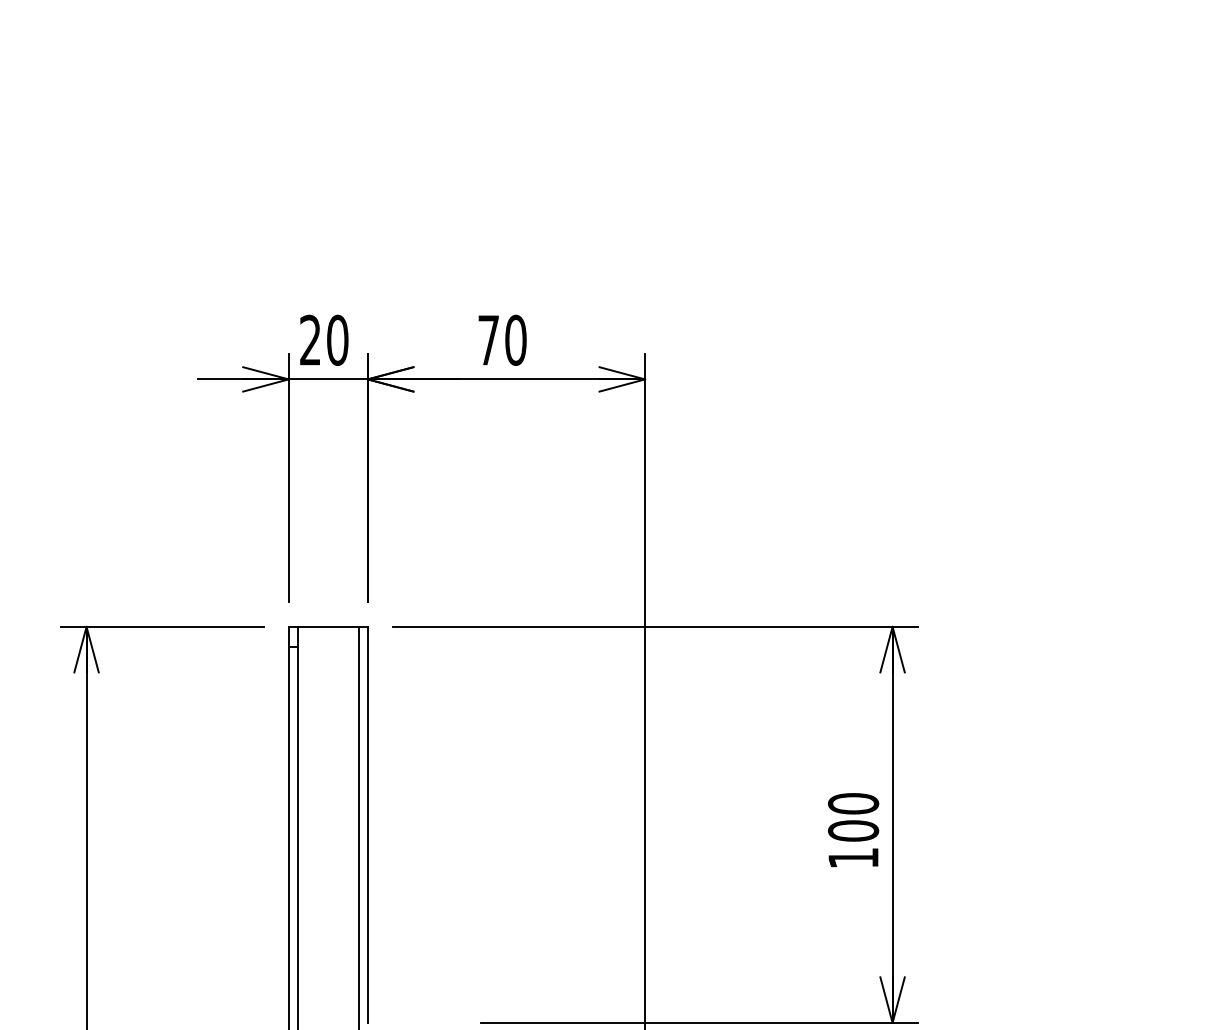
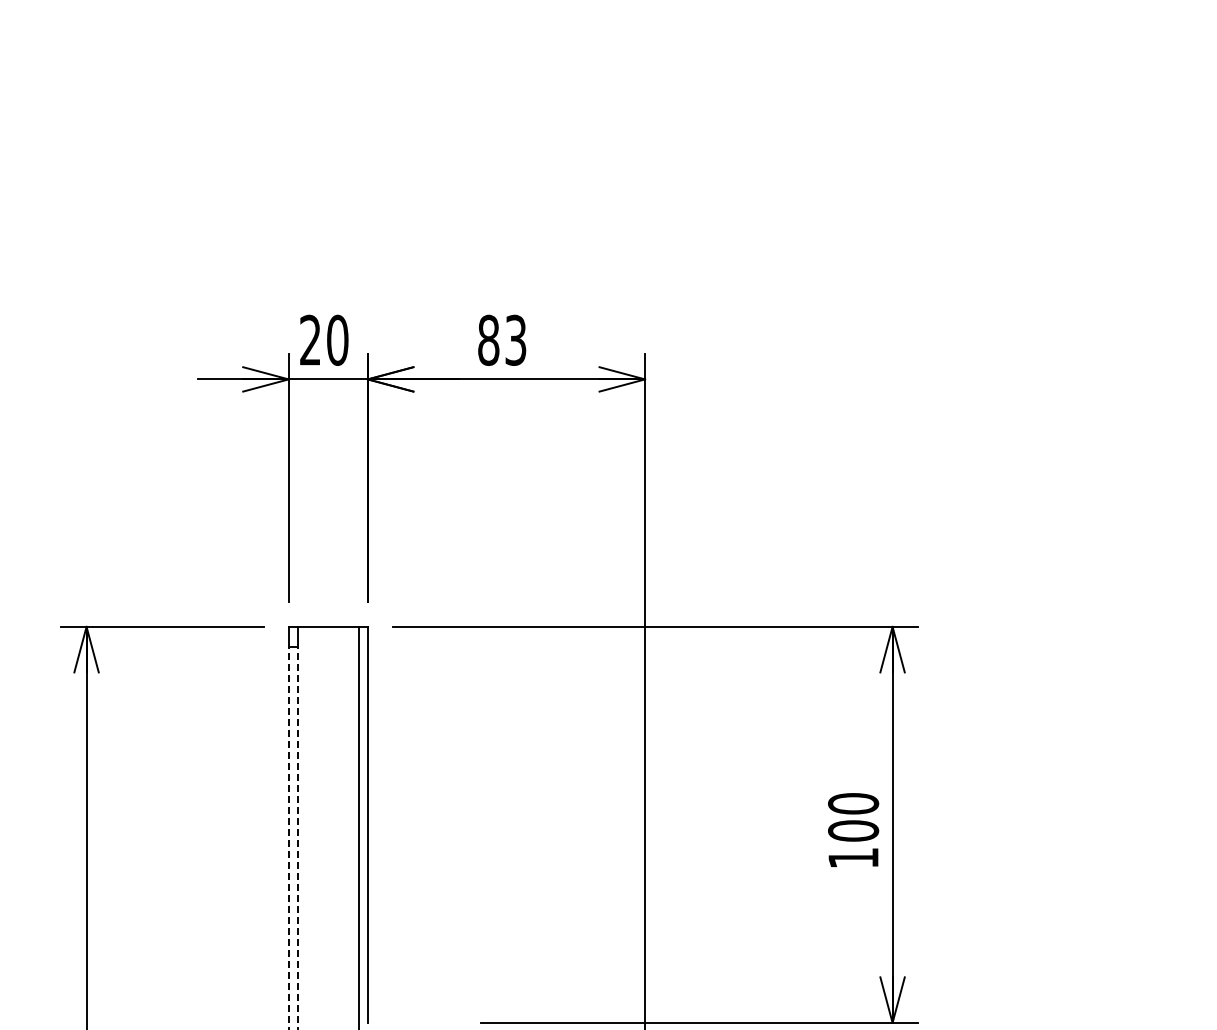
text at (502, 339): 70 -> 83
line at (288, 837): solid -> dashed
line at (297, 837): solid -> dashed
